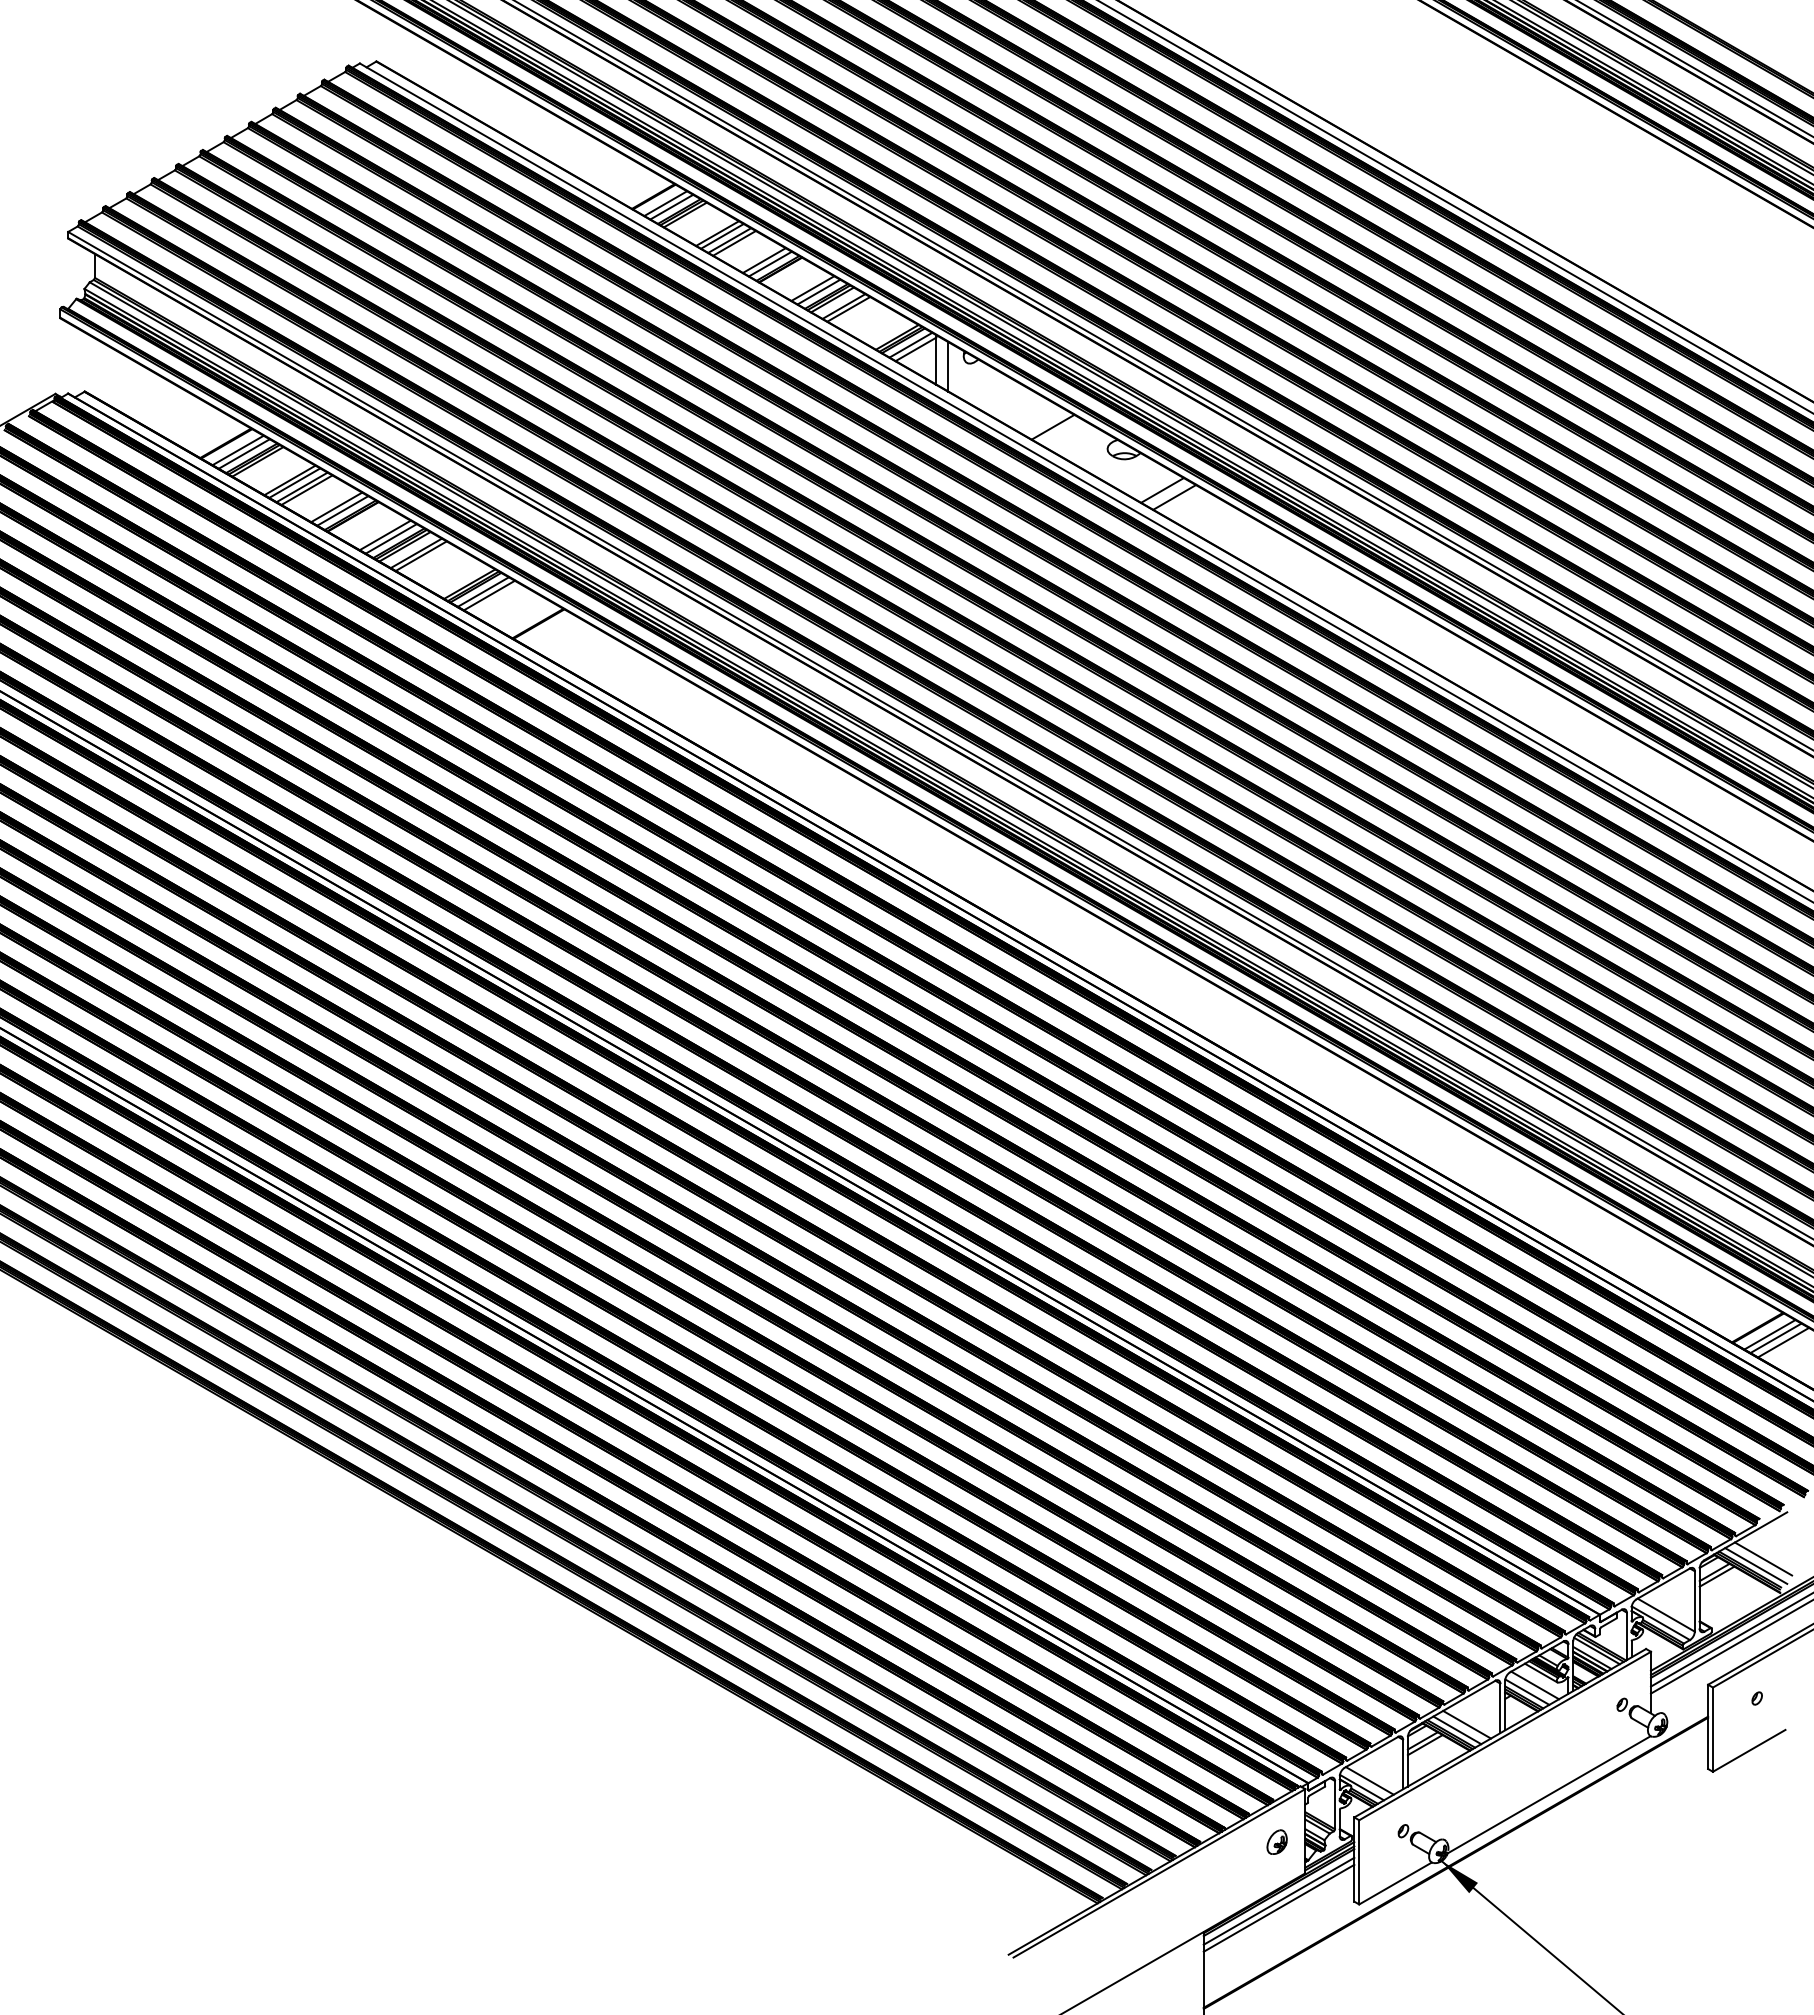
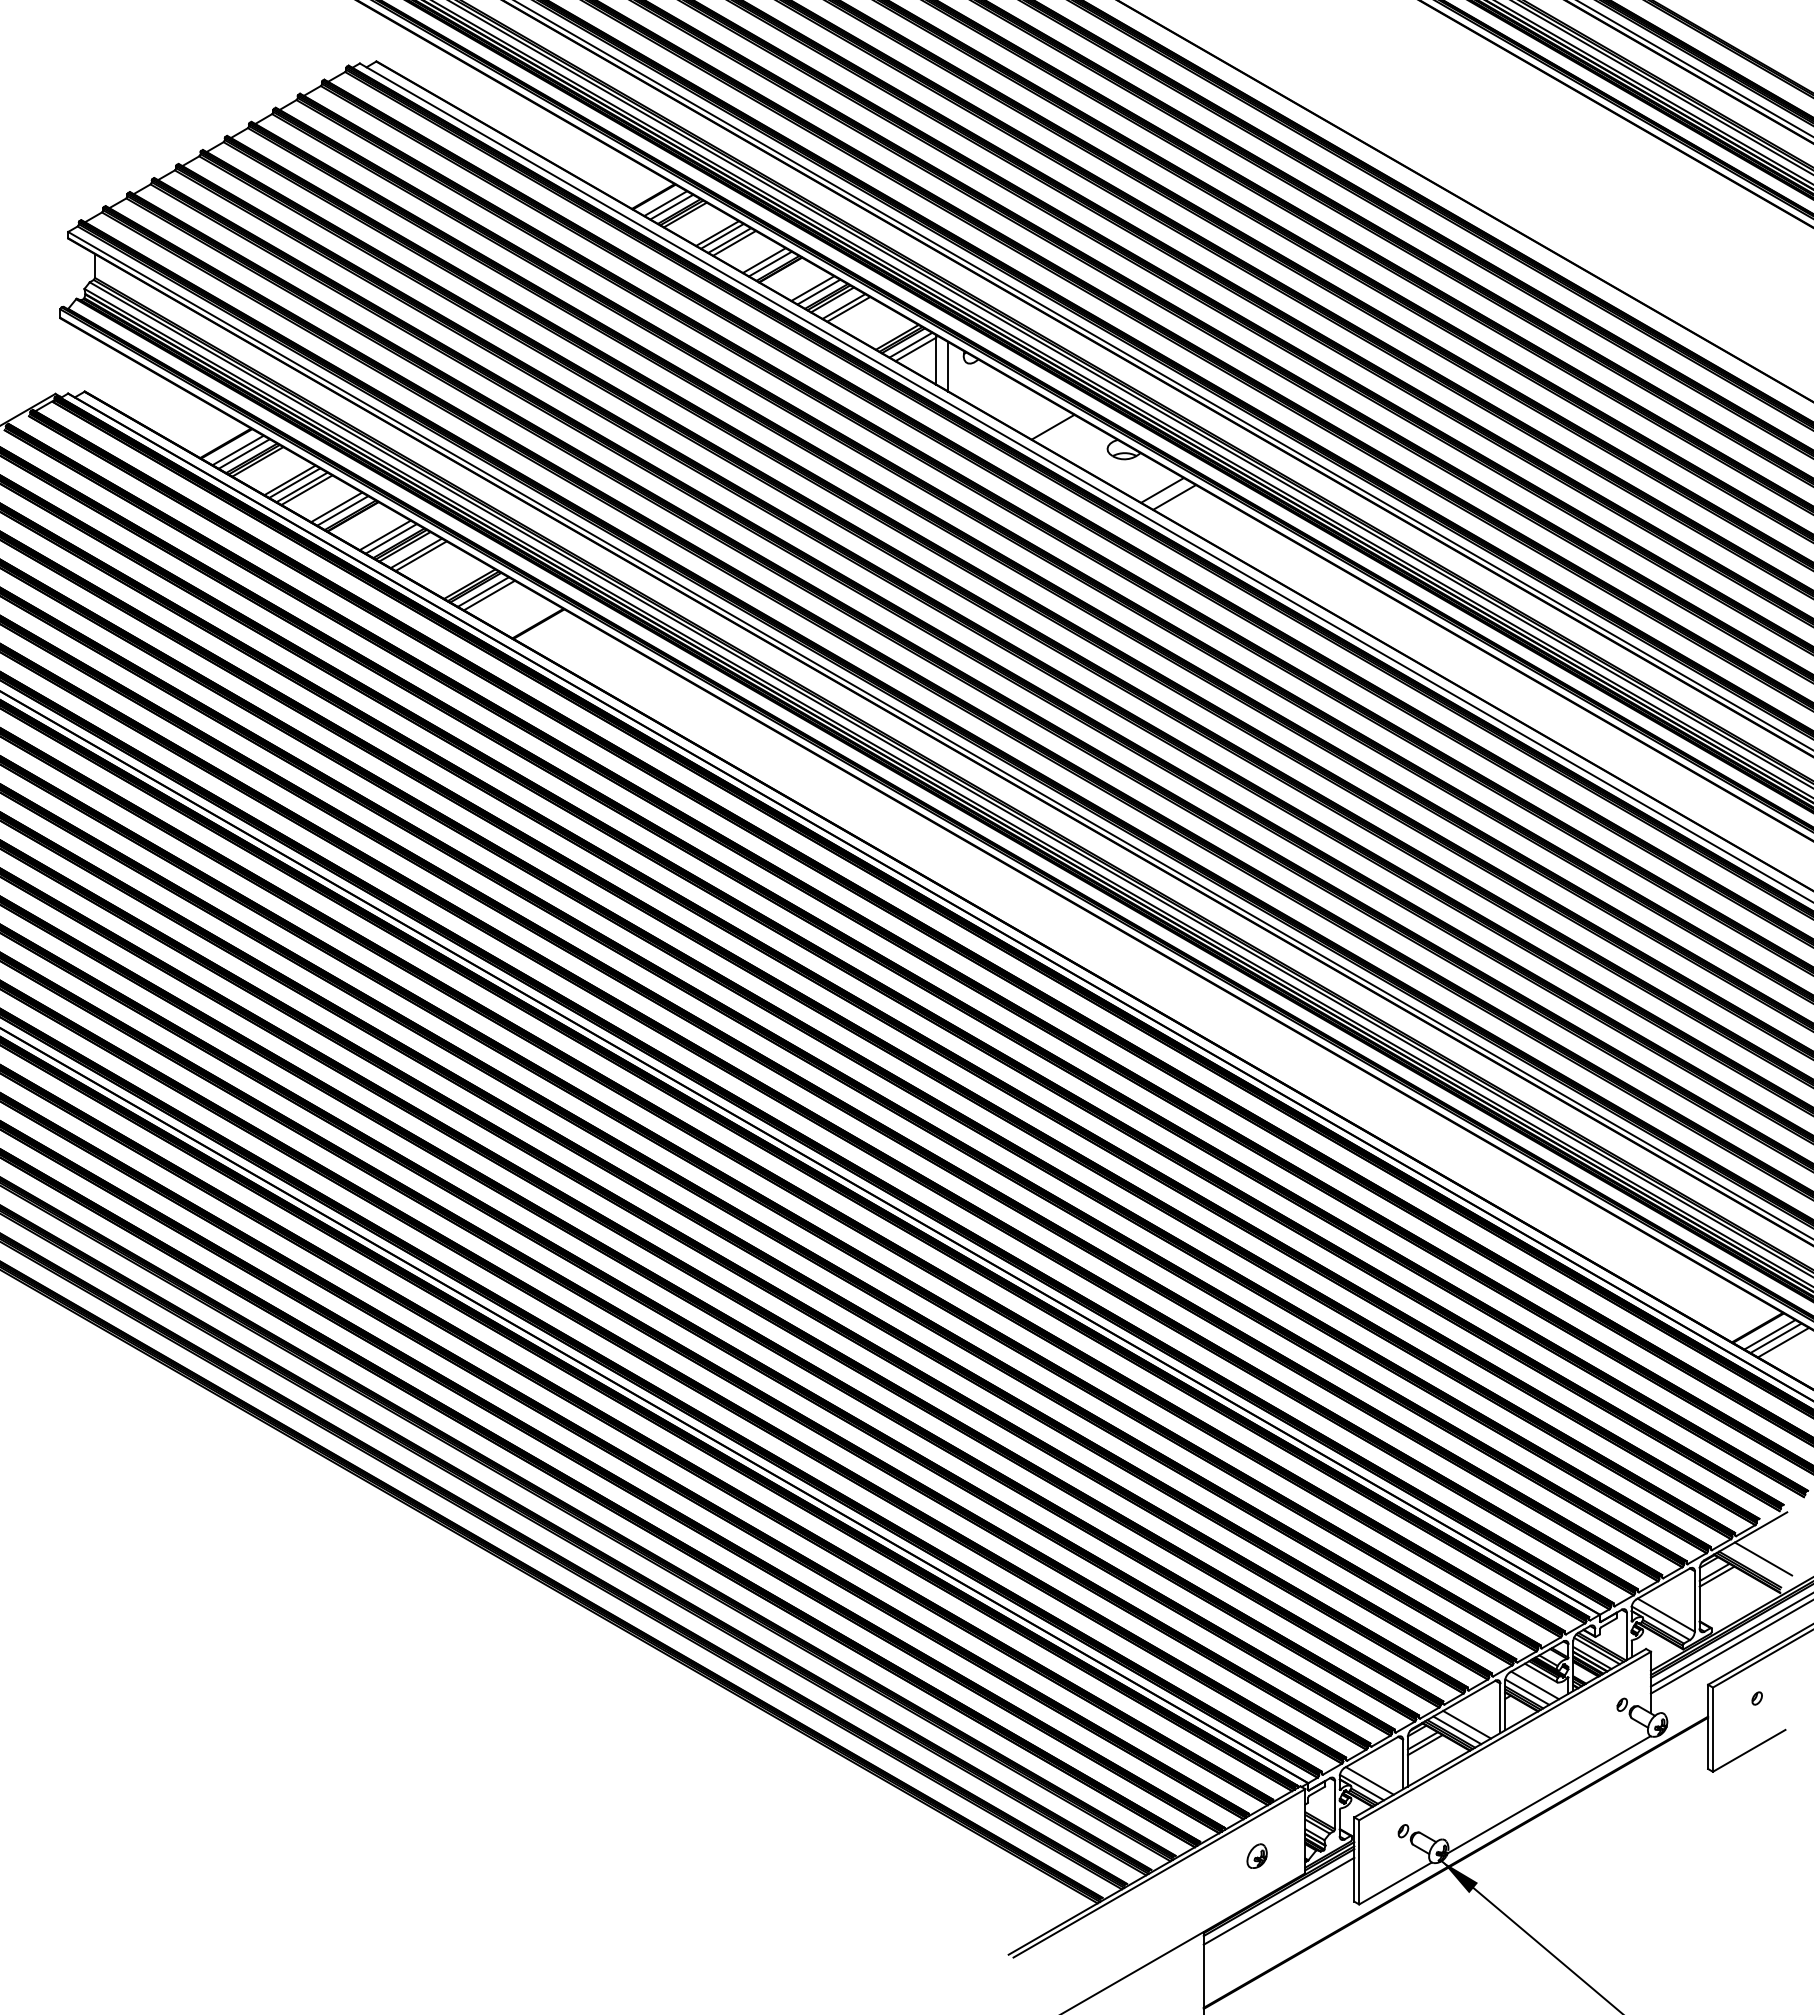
line at (1455, 207): present -> none
line at (1756, 1565): present -> none
part at (1276, 1841) position: (1276, 1841) -> (1256, 1855)
line at (1278, 1907): present -> none
